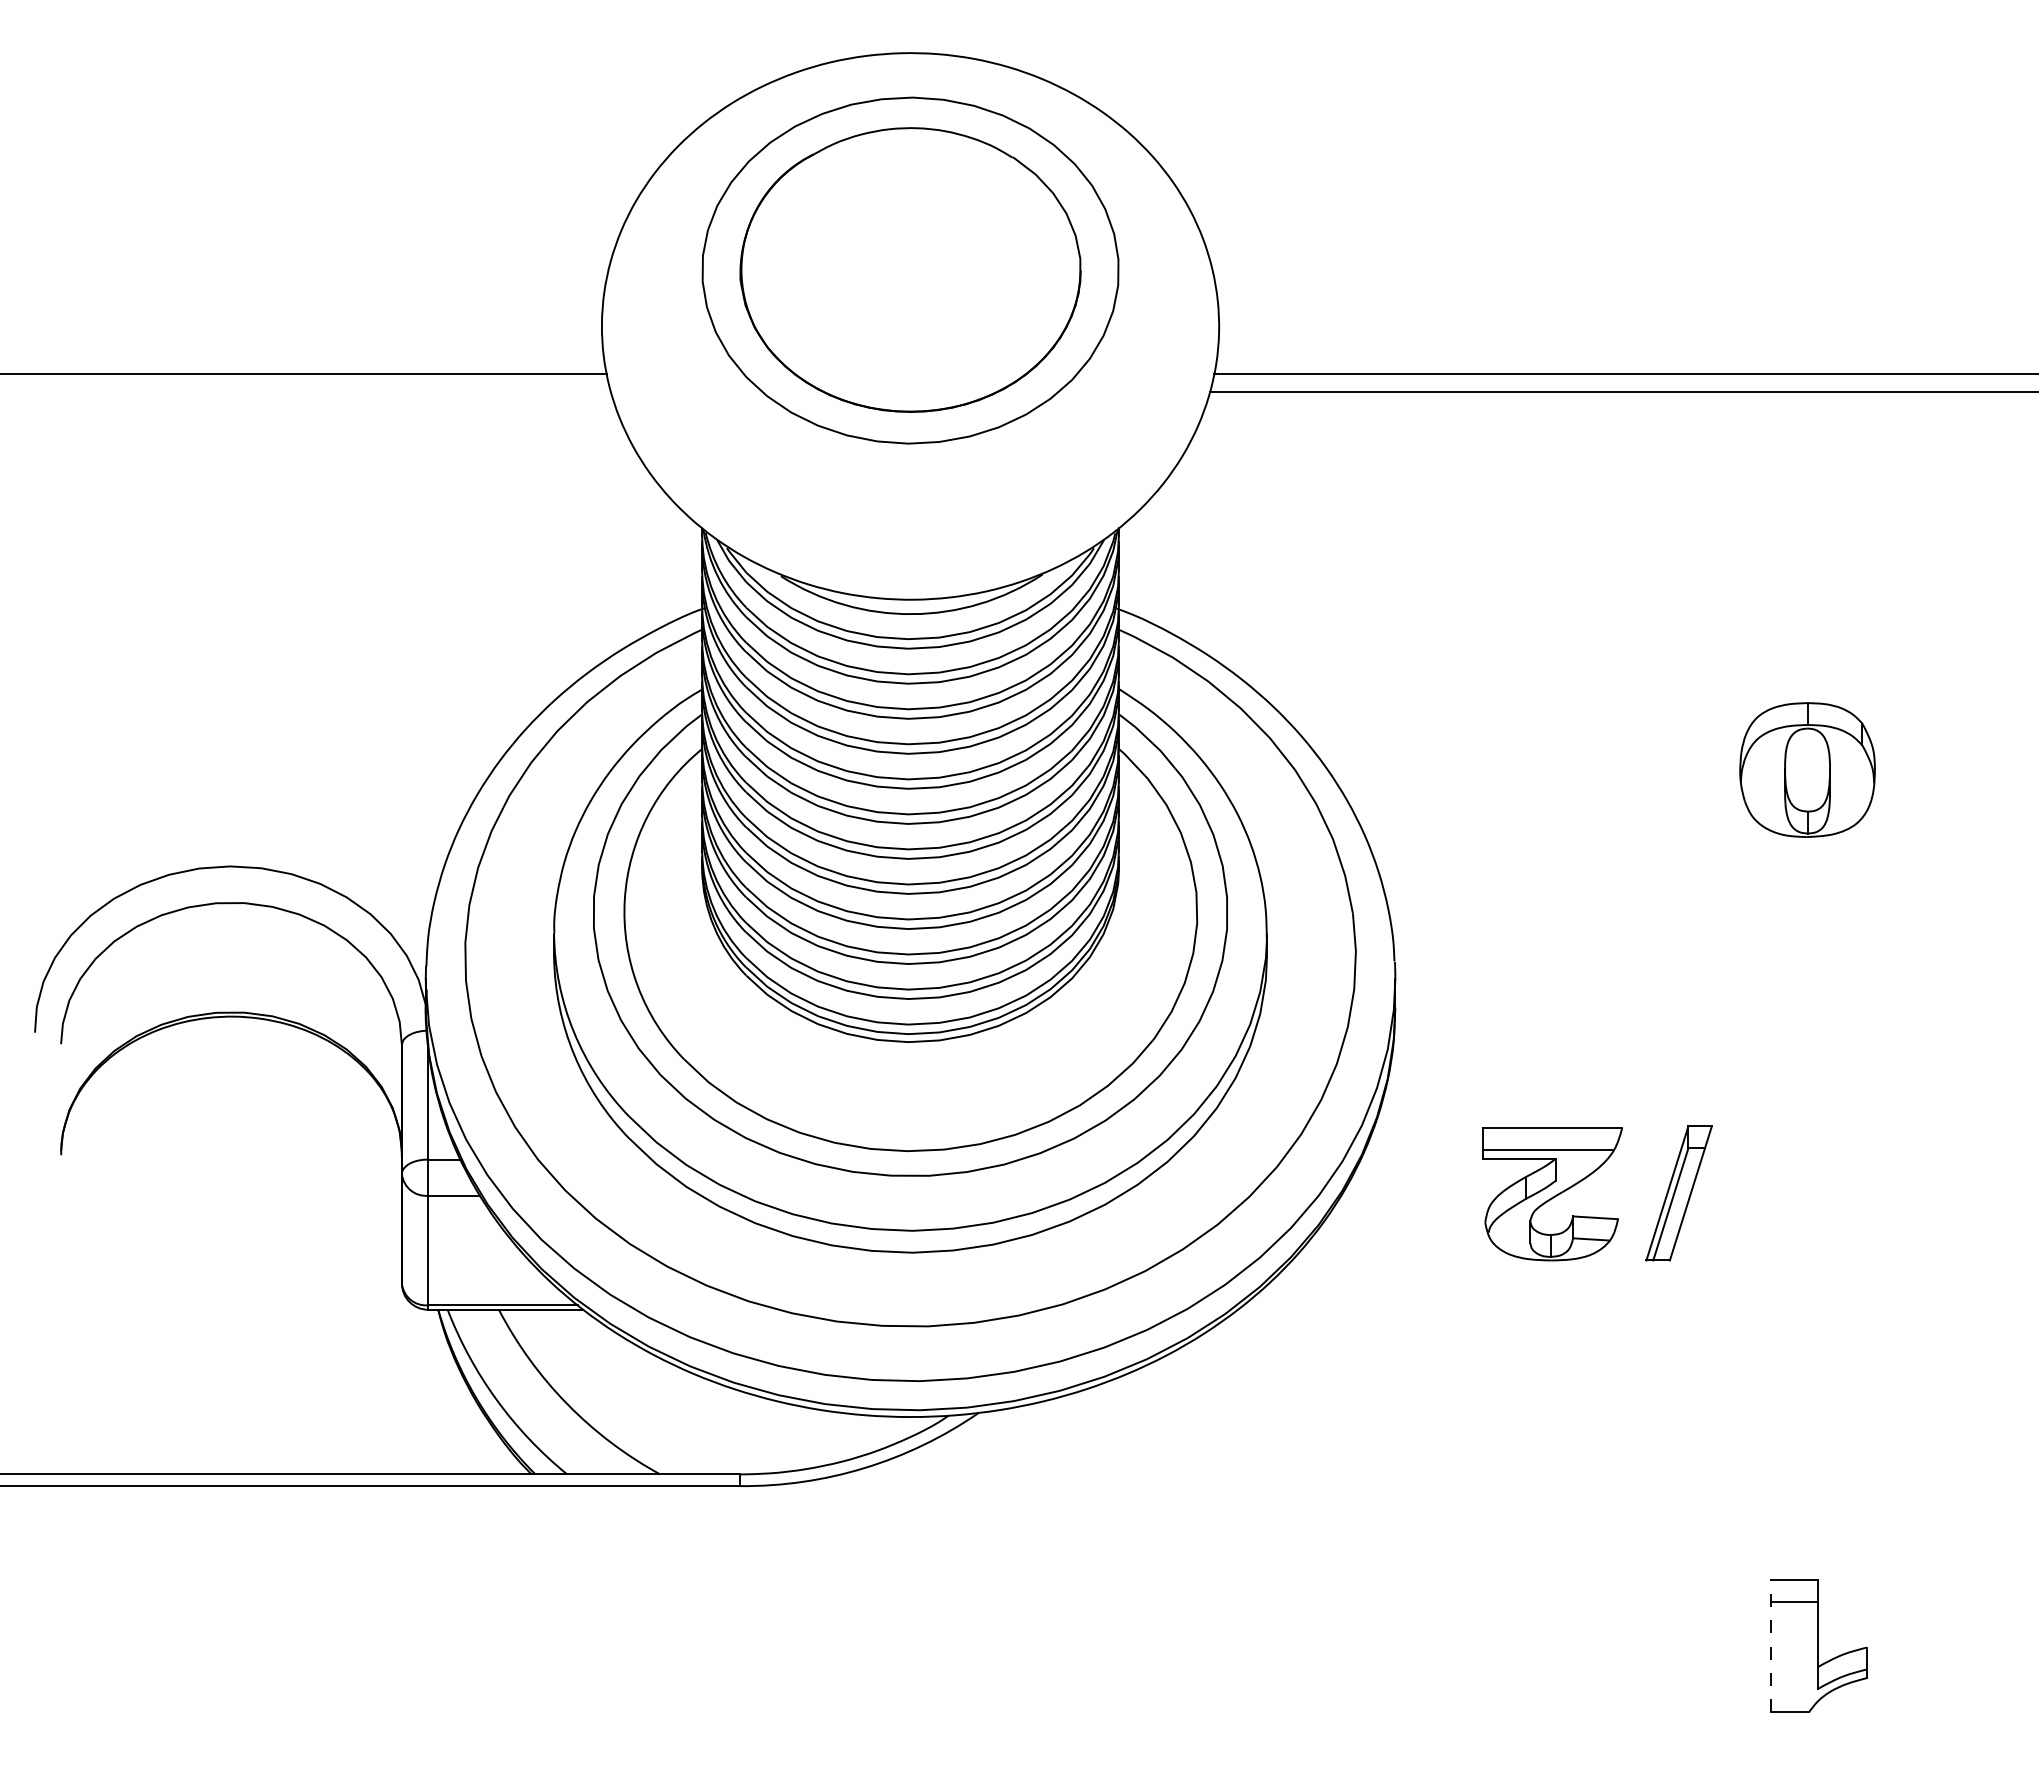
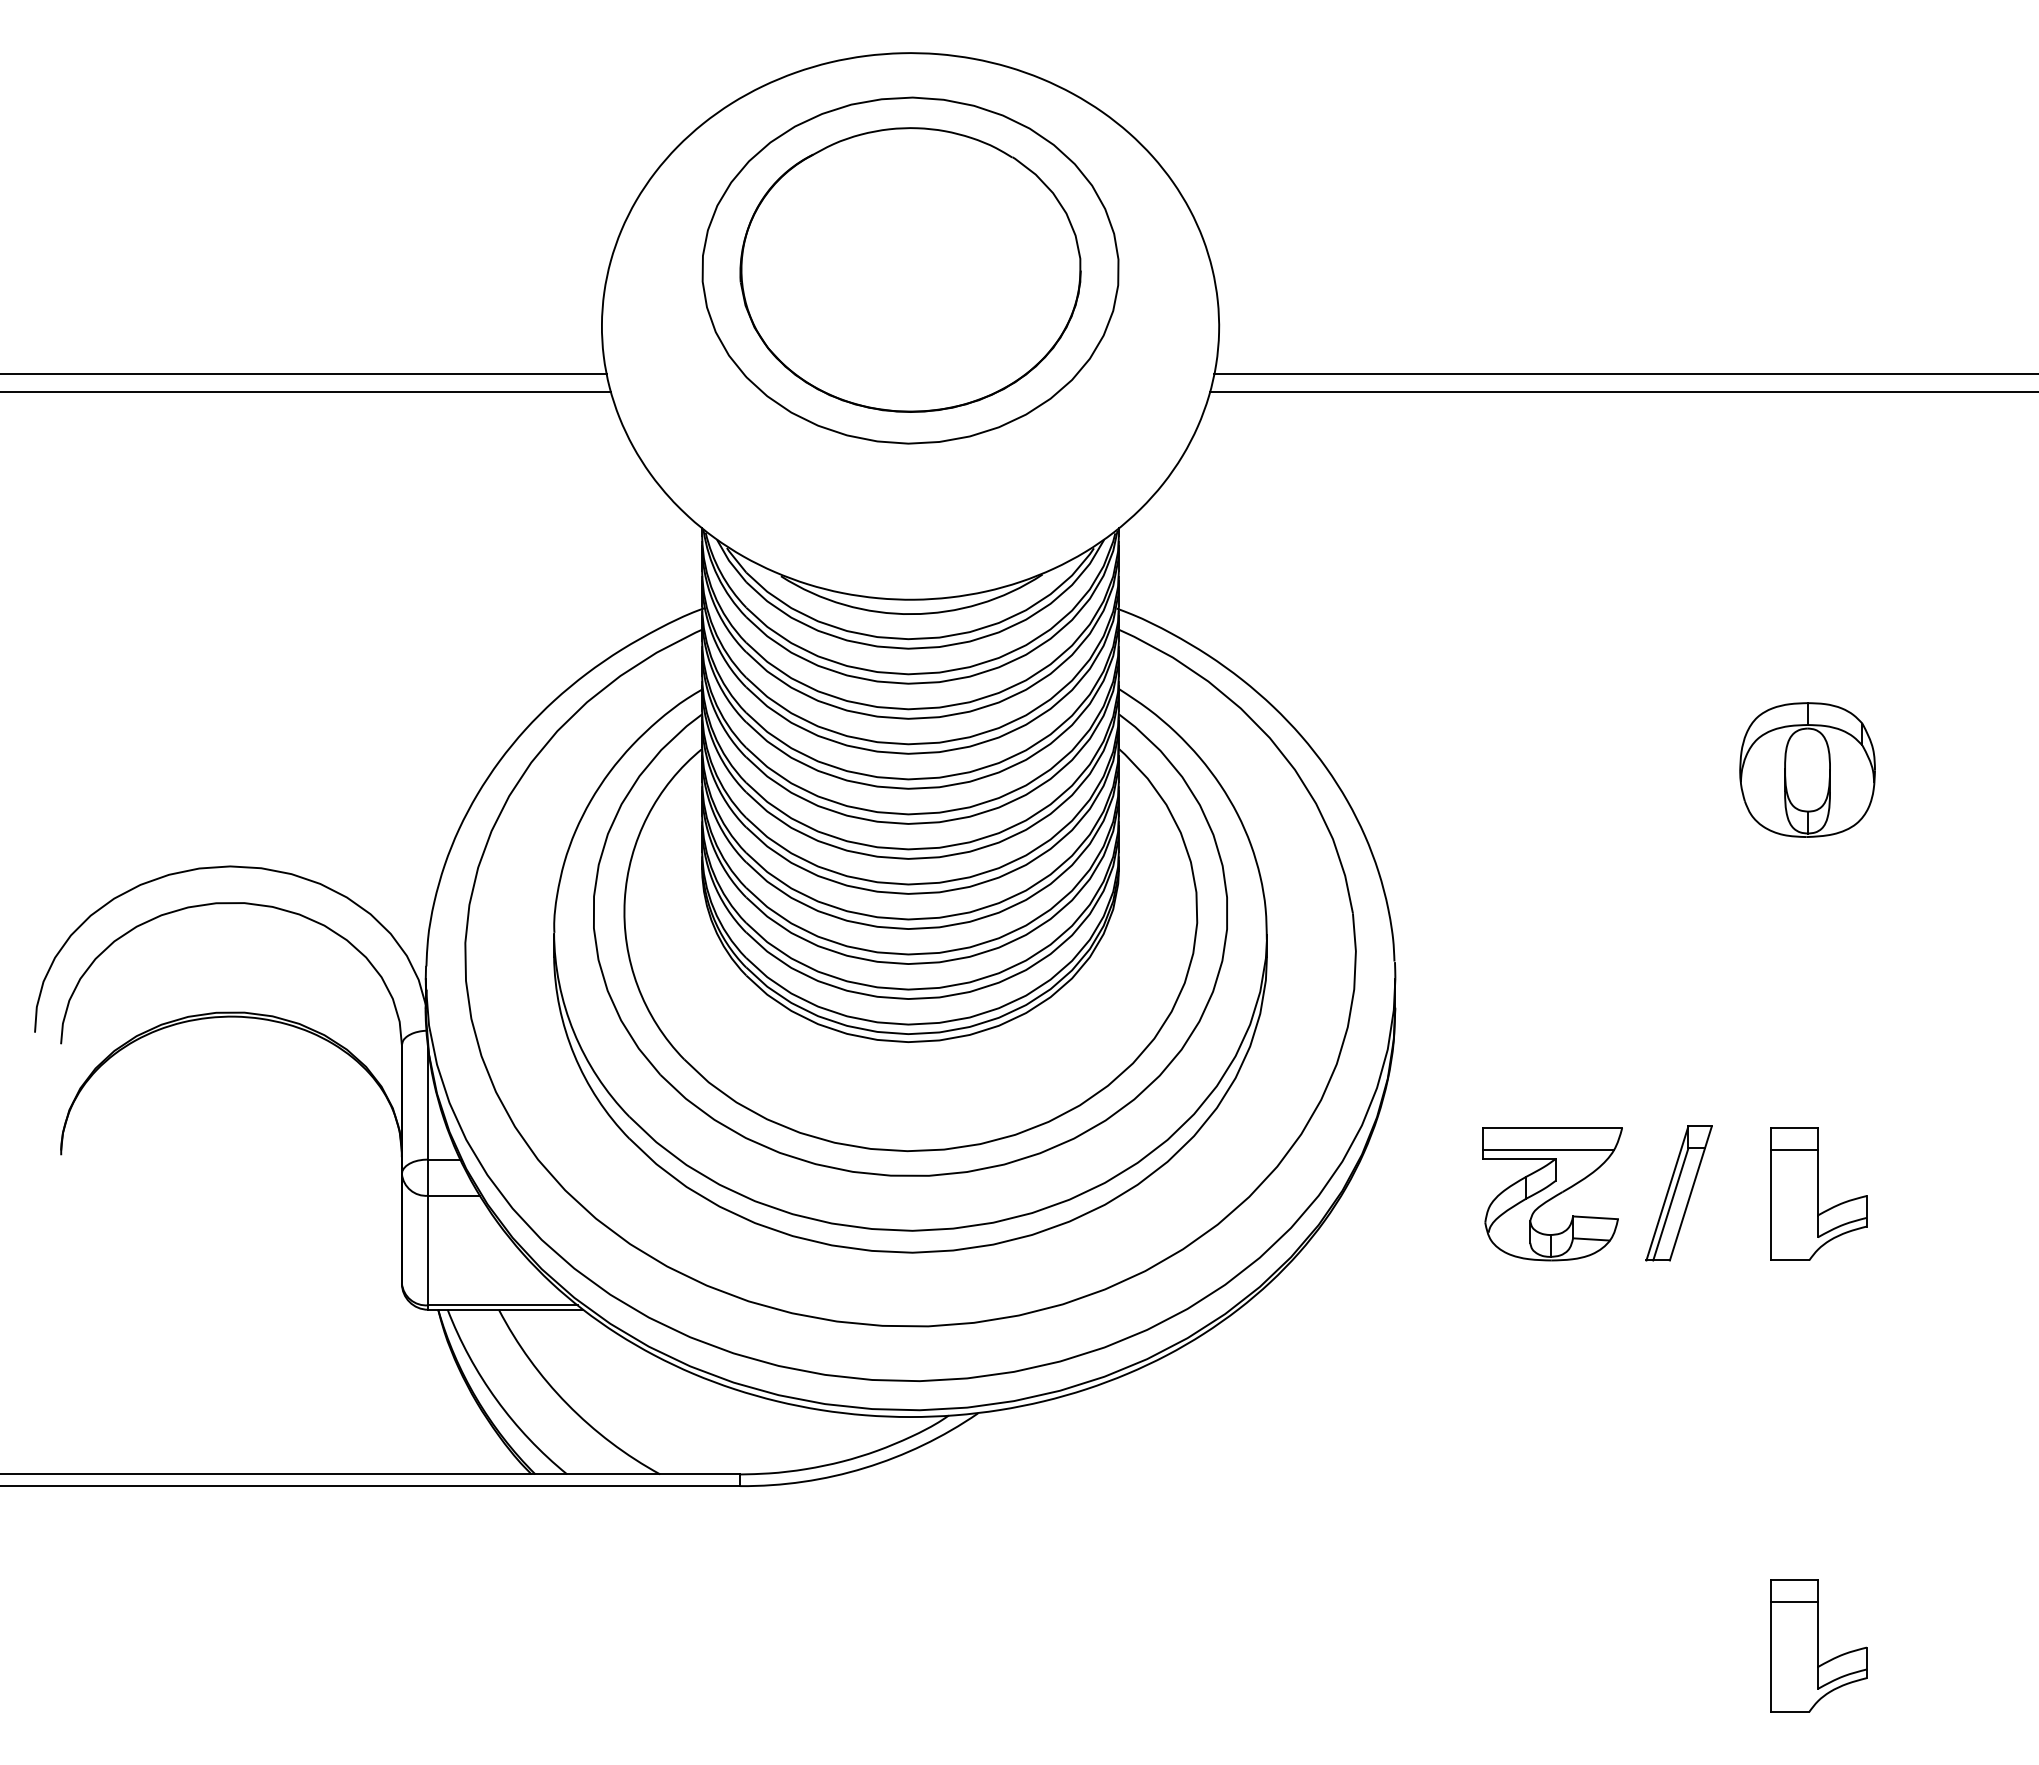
line at (306, 391): none -> present
part at (1818, 1193): none -> present
line at (1770, 1645): dashed -> solid
